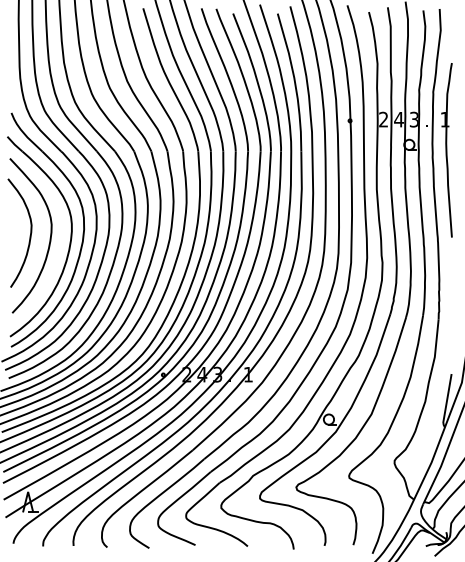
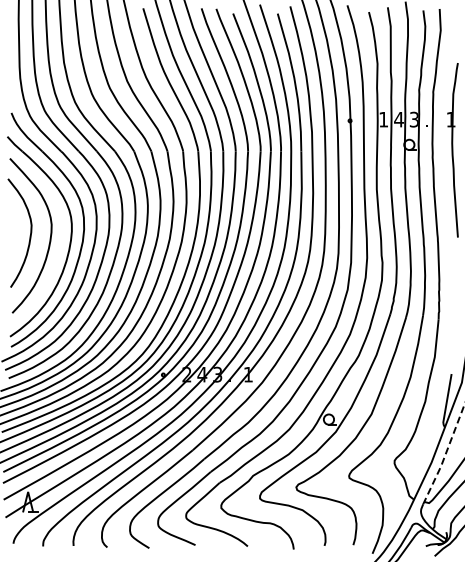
text at (383, 119): 2 -> 1
part at (446, 150) position: (446, 150) -> (452, 150)
line at (445, 454): solid -> dashed
